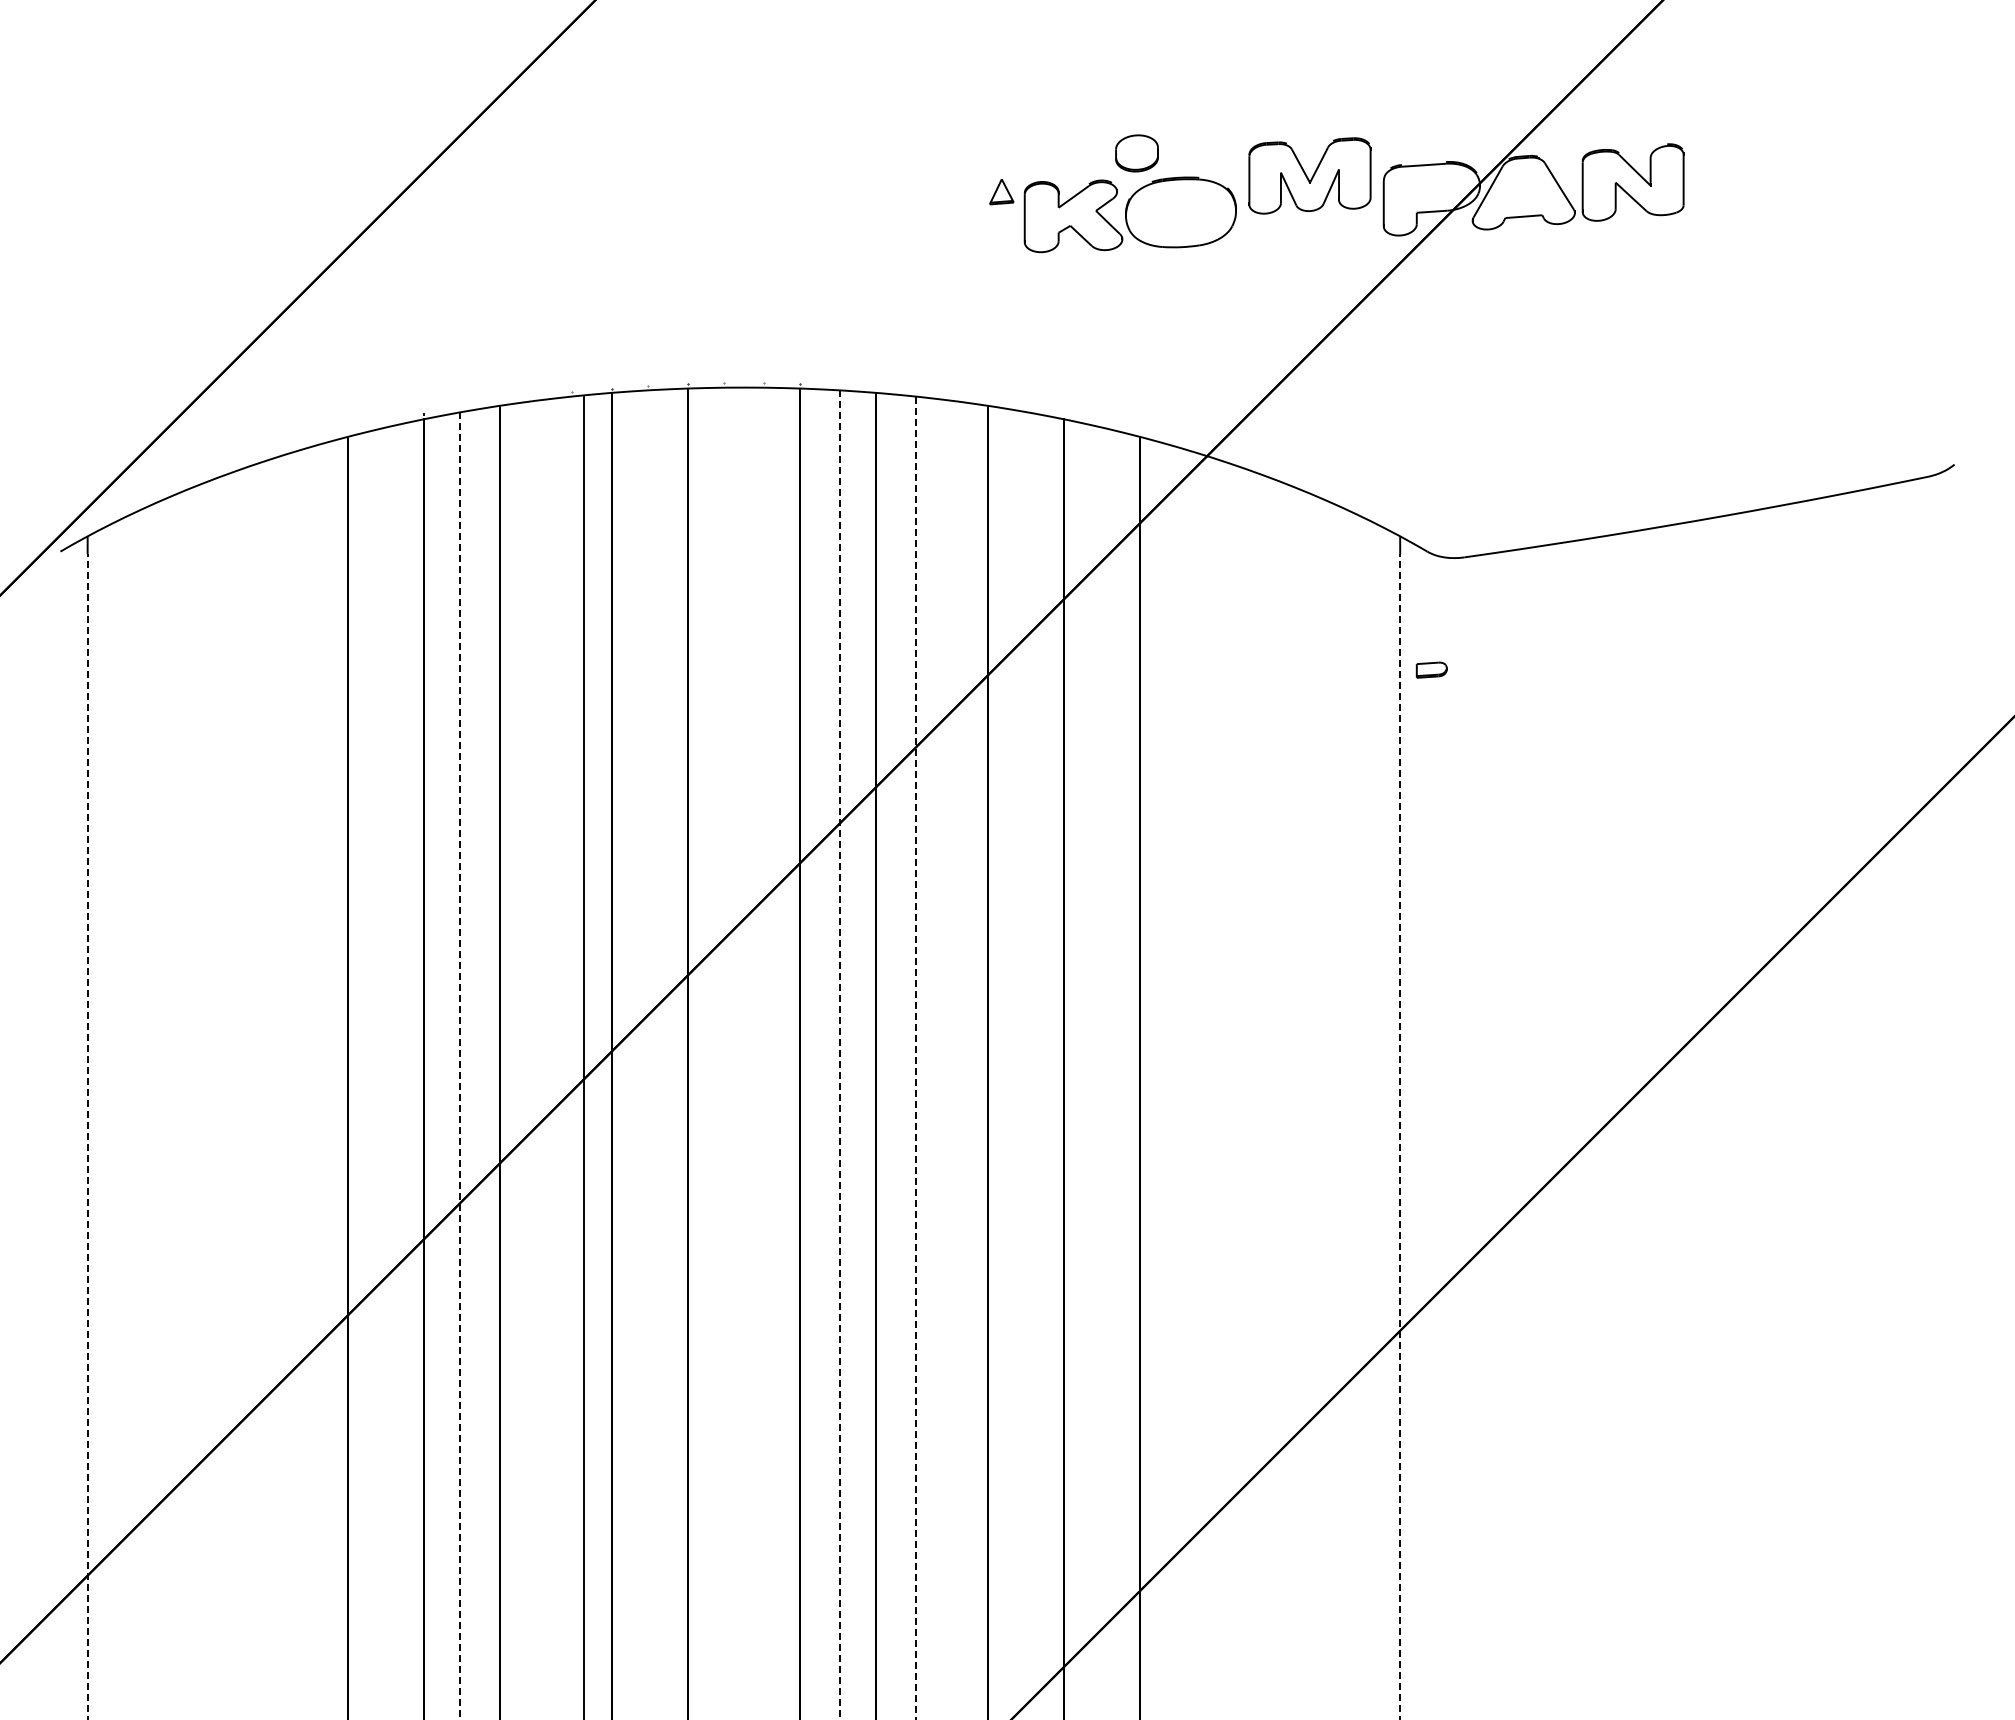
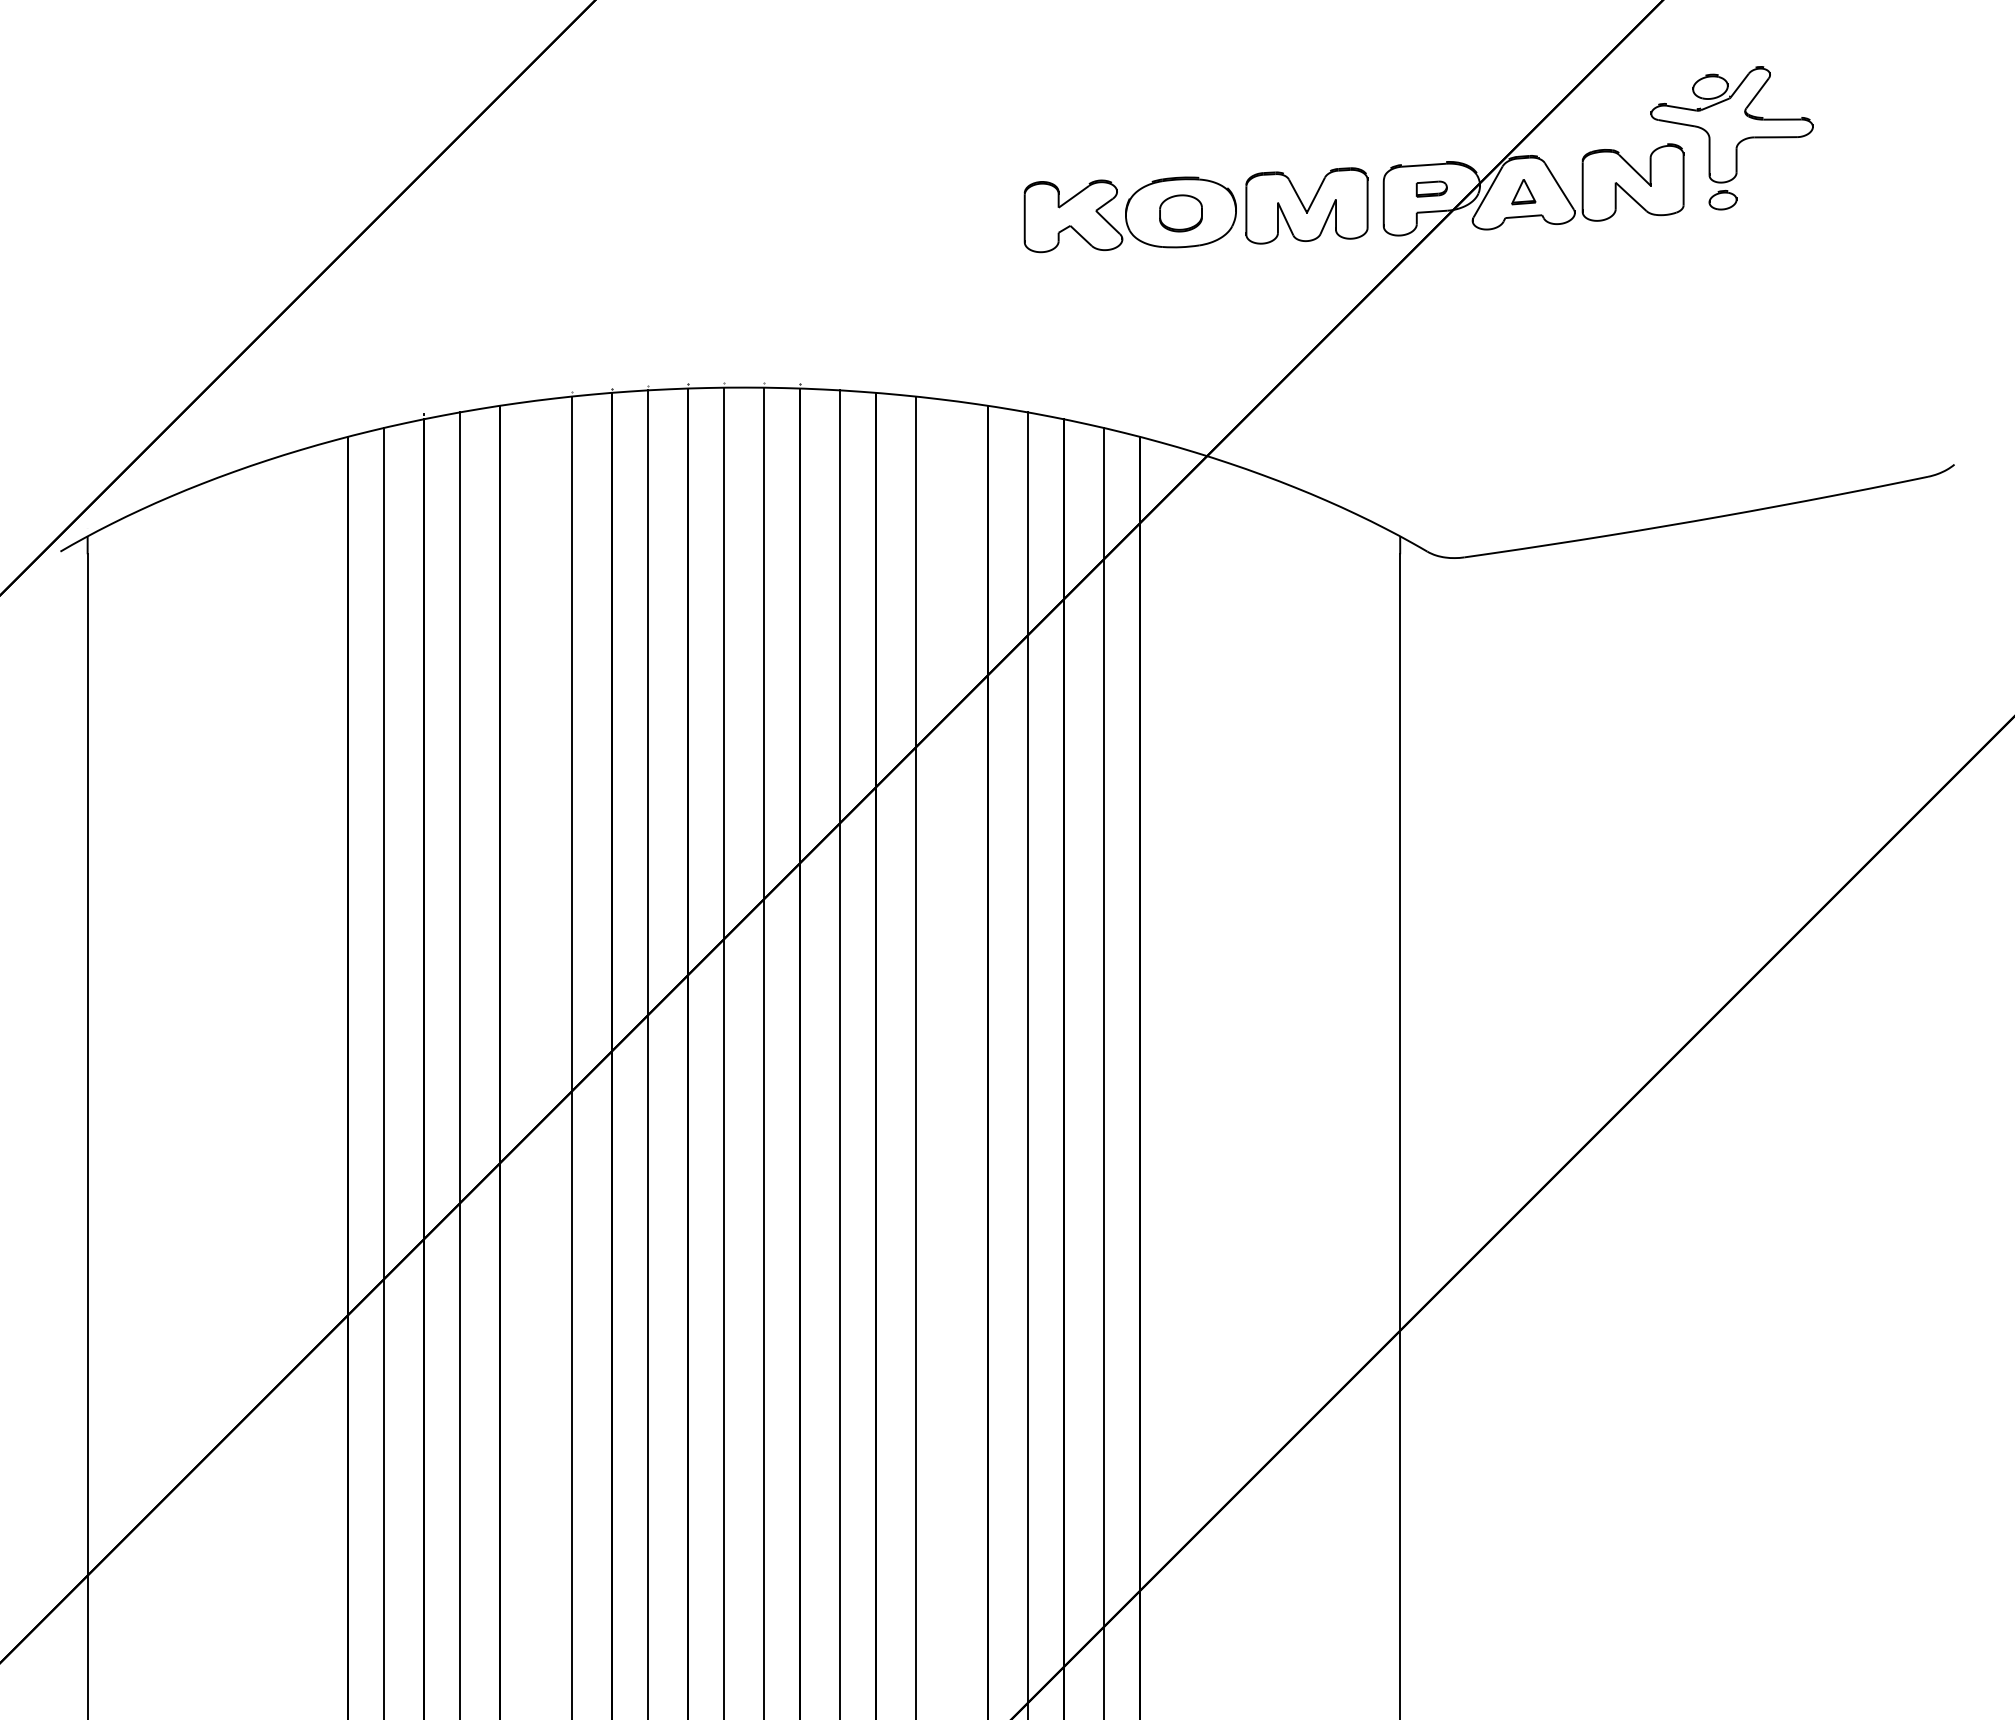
part at (1731, 138): none -> present
part at (1136, 153) position: (1136, 153) -> (1180, 213)
part at (1309, 175) position: (1309, 175) -> (1306, 205)
part at (1001, 192) position: (1001, 192) -> (1523, 192)
part at (1431, 669) position: (1431, 669) -> (1431, 188)
line at (723, 1051): none -> present
line at (764, 1051): none -> present
line at (647, 1053): none -> present
line at (840, 1055): dashed -> solid
line at (583, 1056) position: (583, 1056) -> (571, 1056)
line at (916, 1058): dashed -> solid
line at (1028, 1064): none -> present
line at (459, 1066): dashed -> solid
line at (383, 1072): none -> present
line at (1104, 1072): none -> present
line at (87, 1137): dashed -> solid
line at (1400, 1137): dashed -> solid
